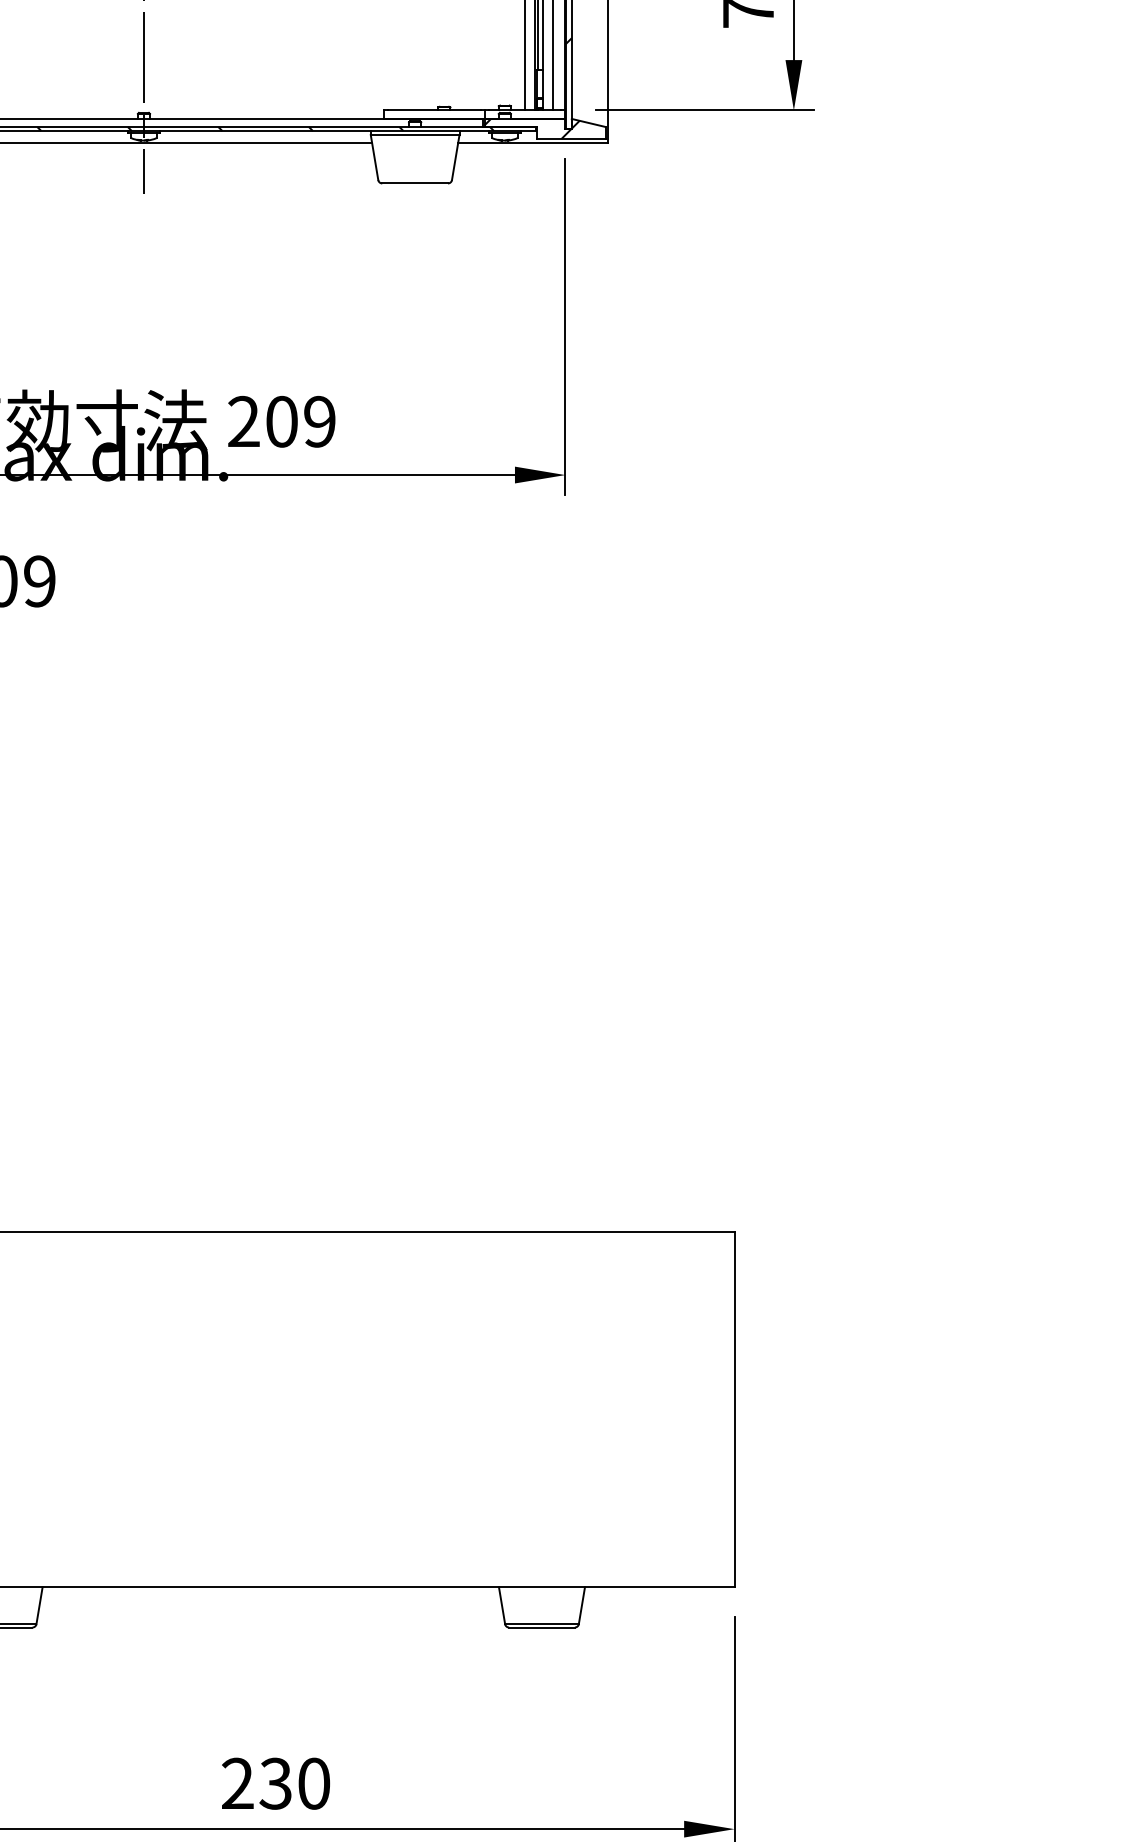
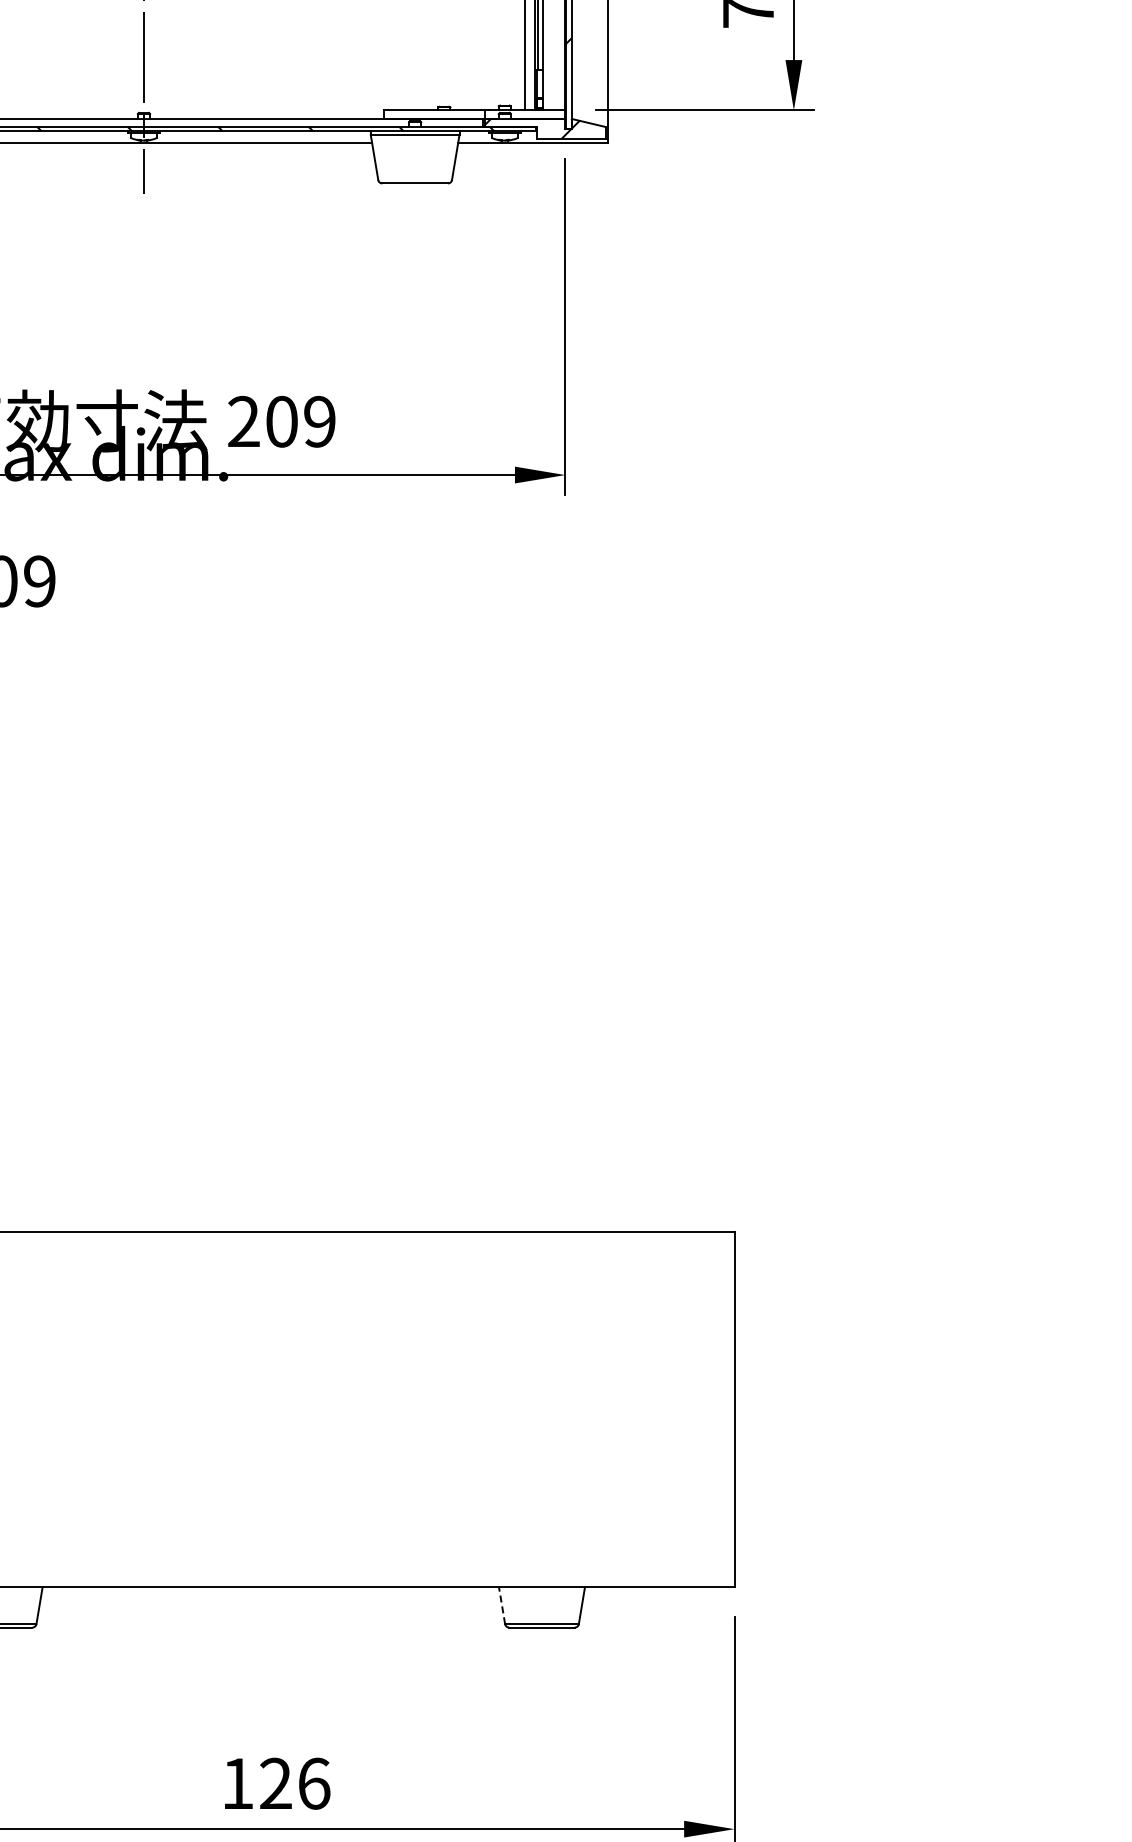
line at (553, 56): present -> none
line at (502, 1605): solid -> dashed
text at (276, 1783): 230 -> 126
